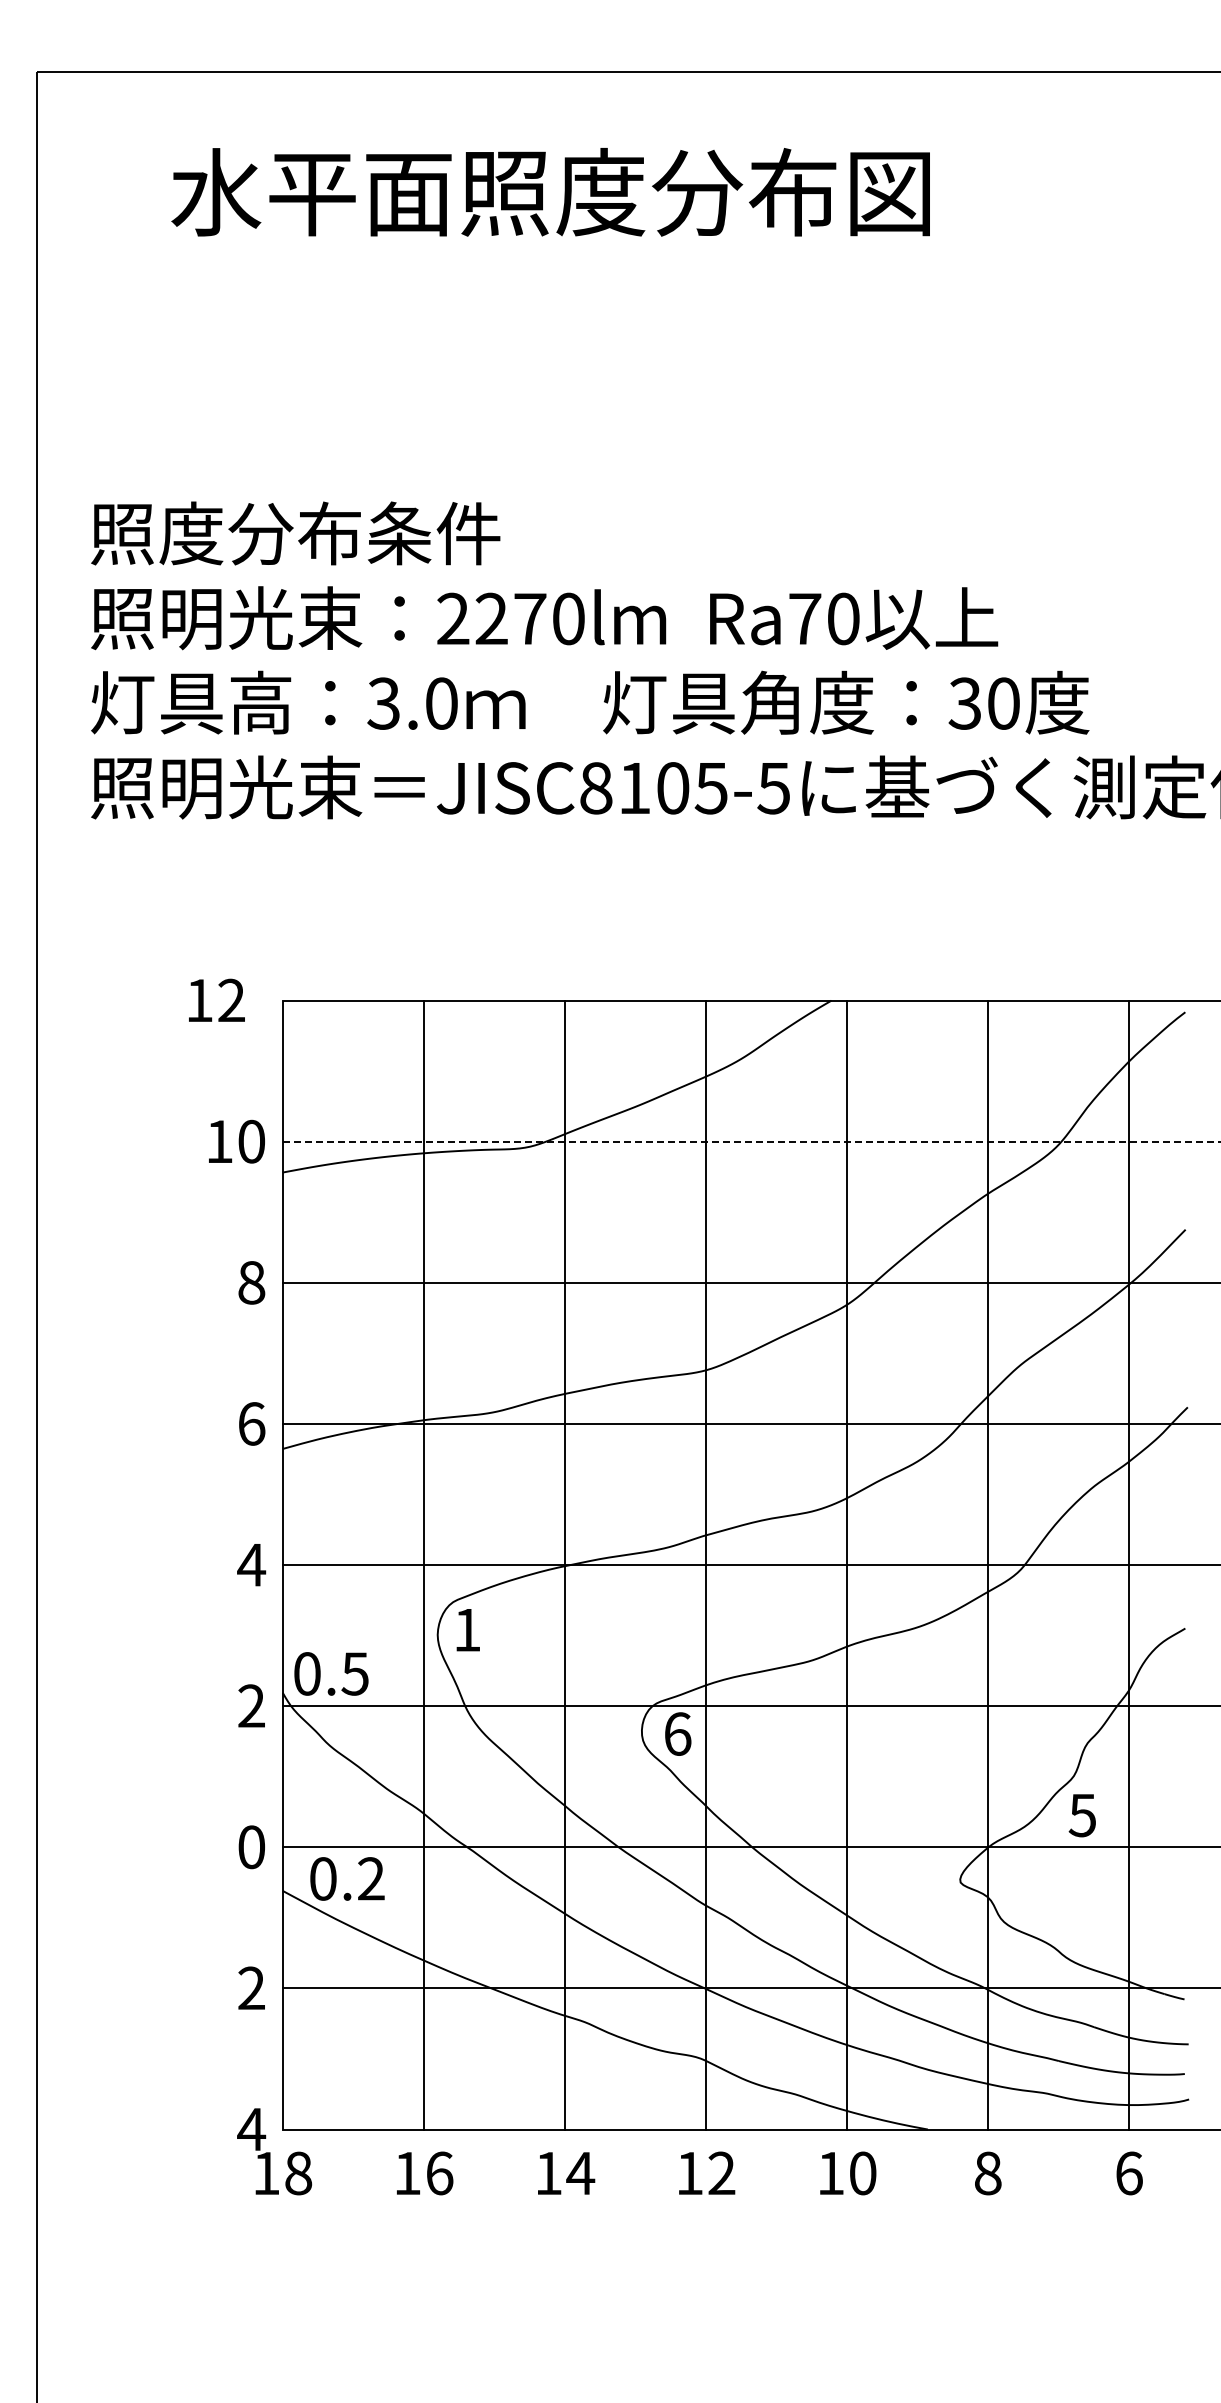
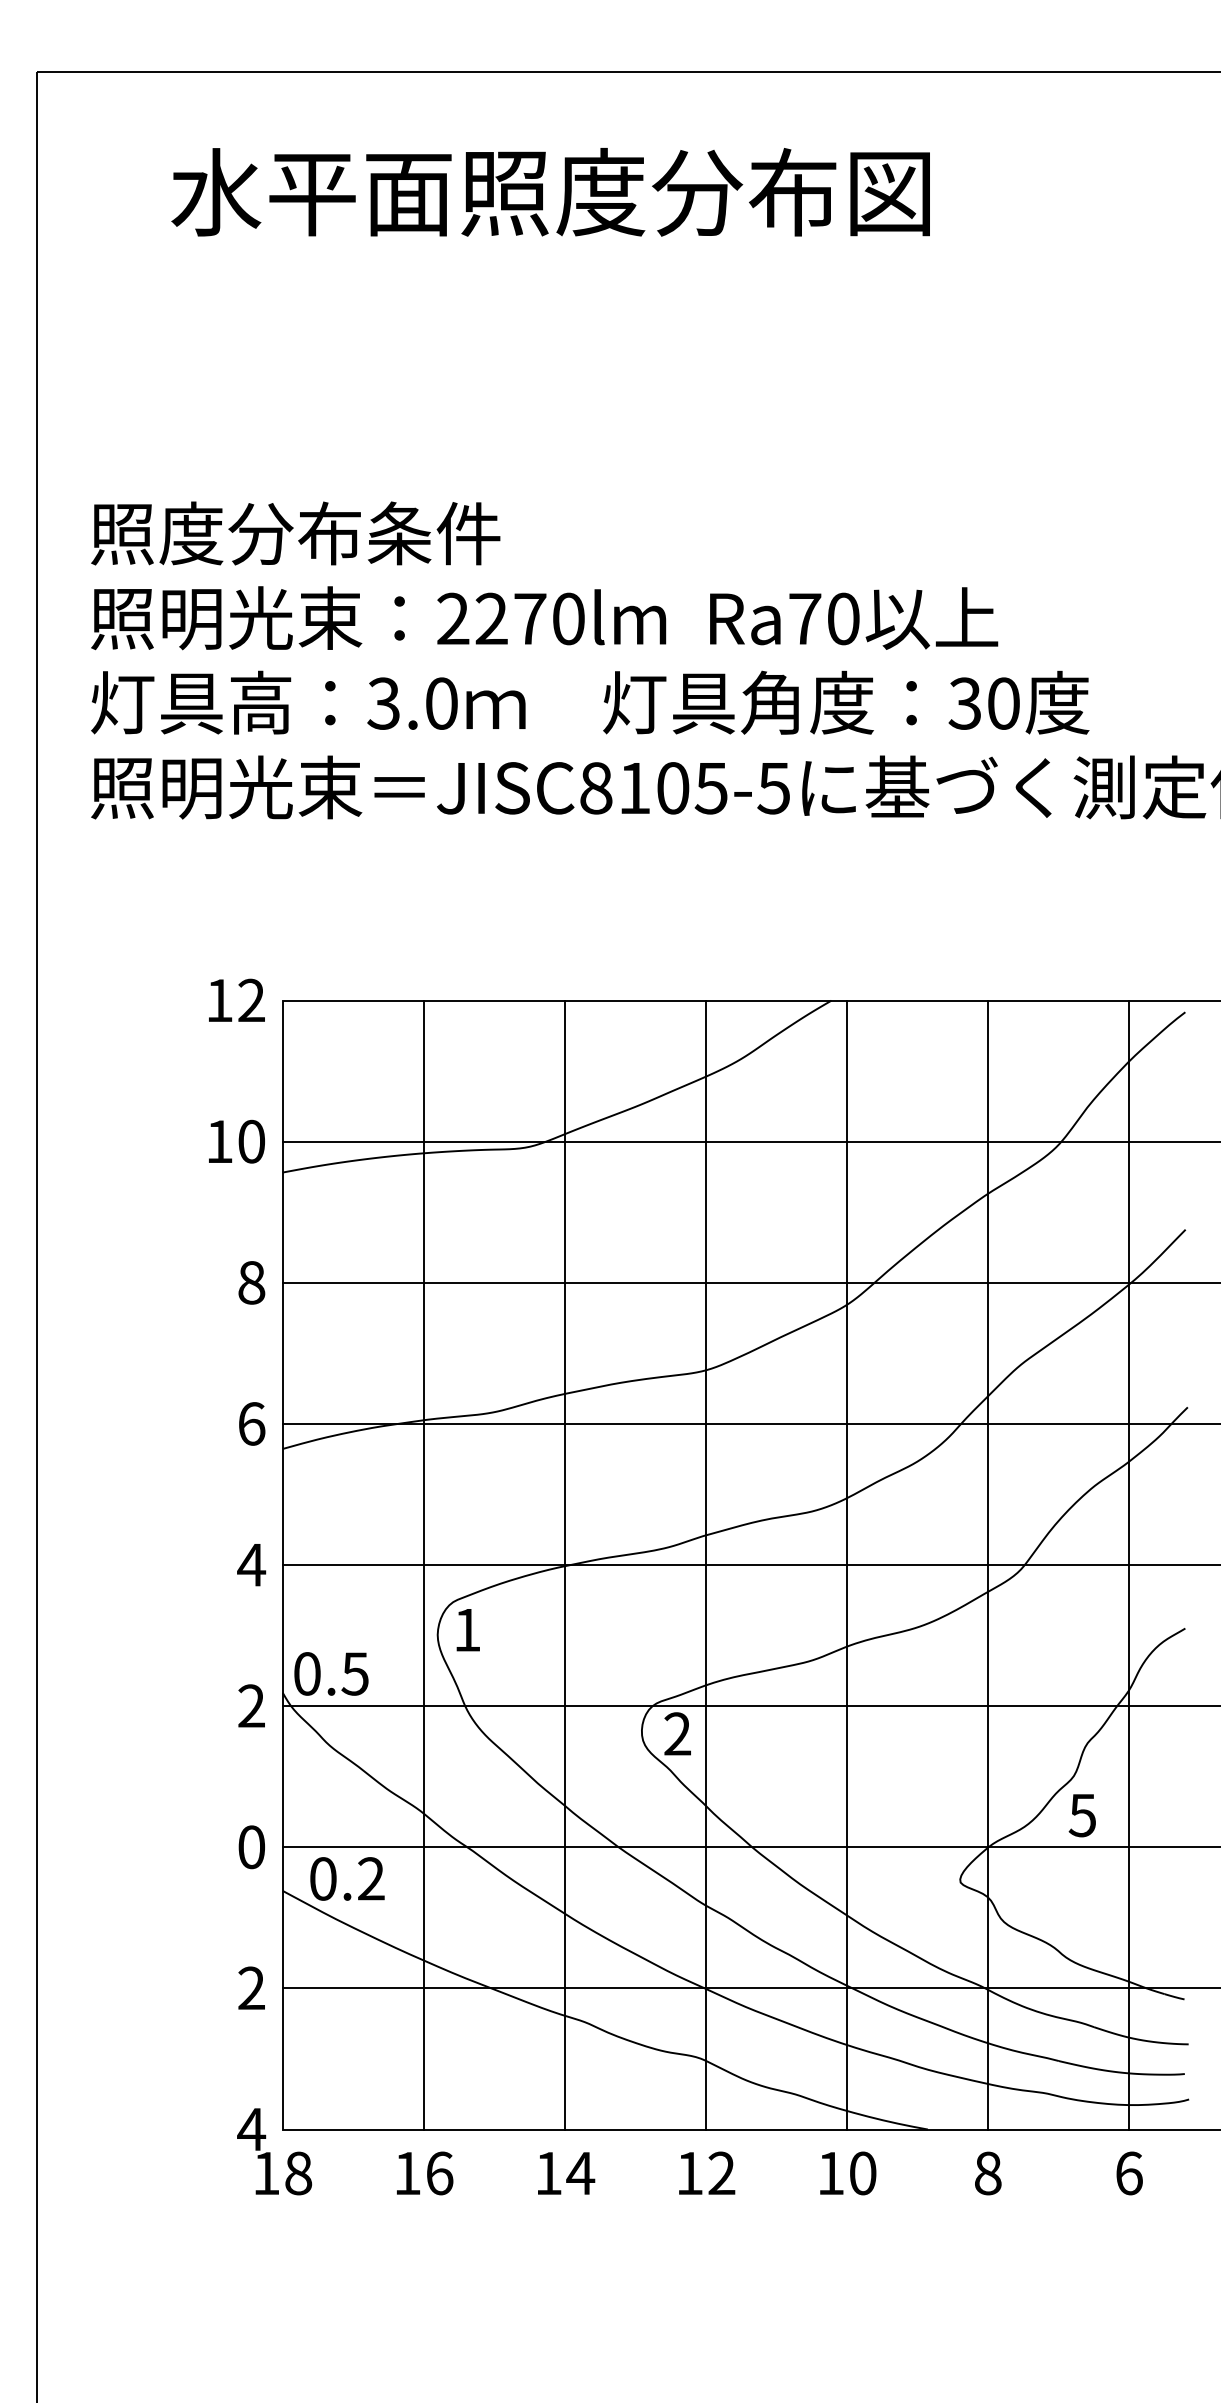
text at (216, 999) position: (216, 999) -> (236, 999)
line at (751, 1141): dashed -> solid
text at (677, 1733): 6 -> 2
